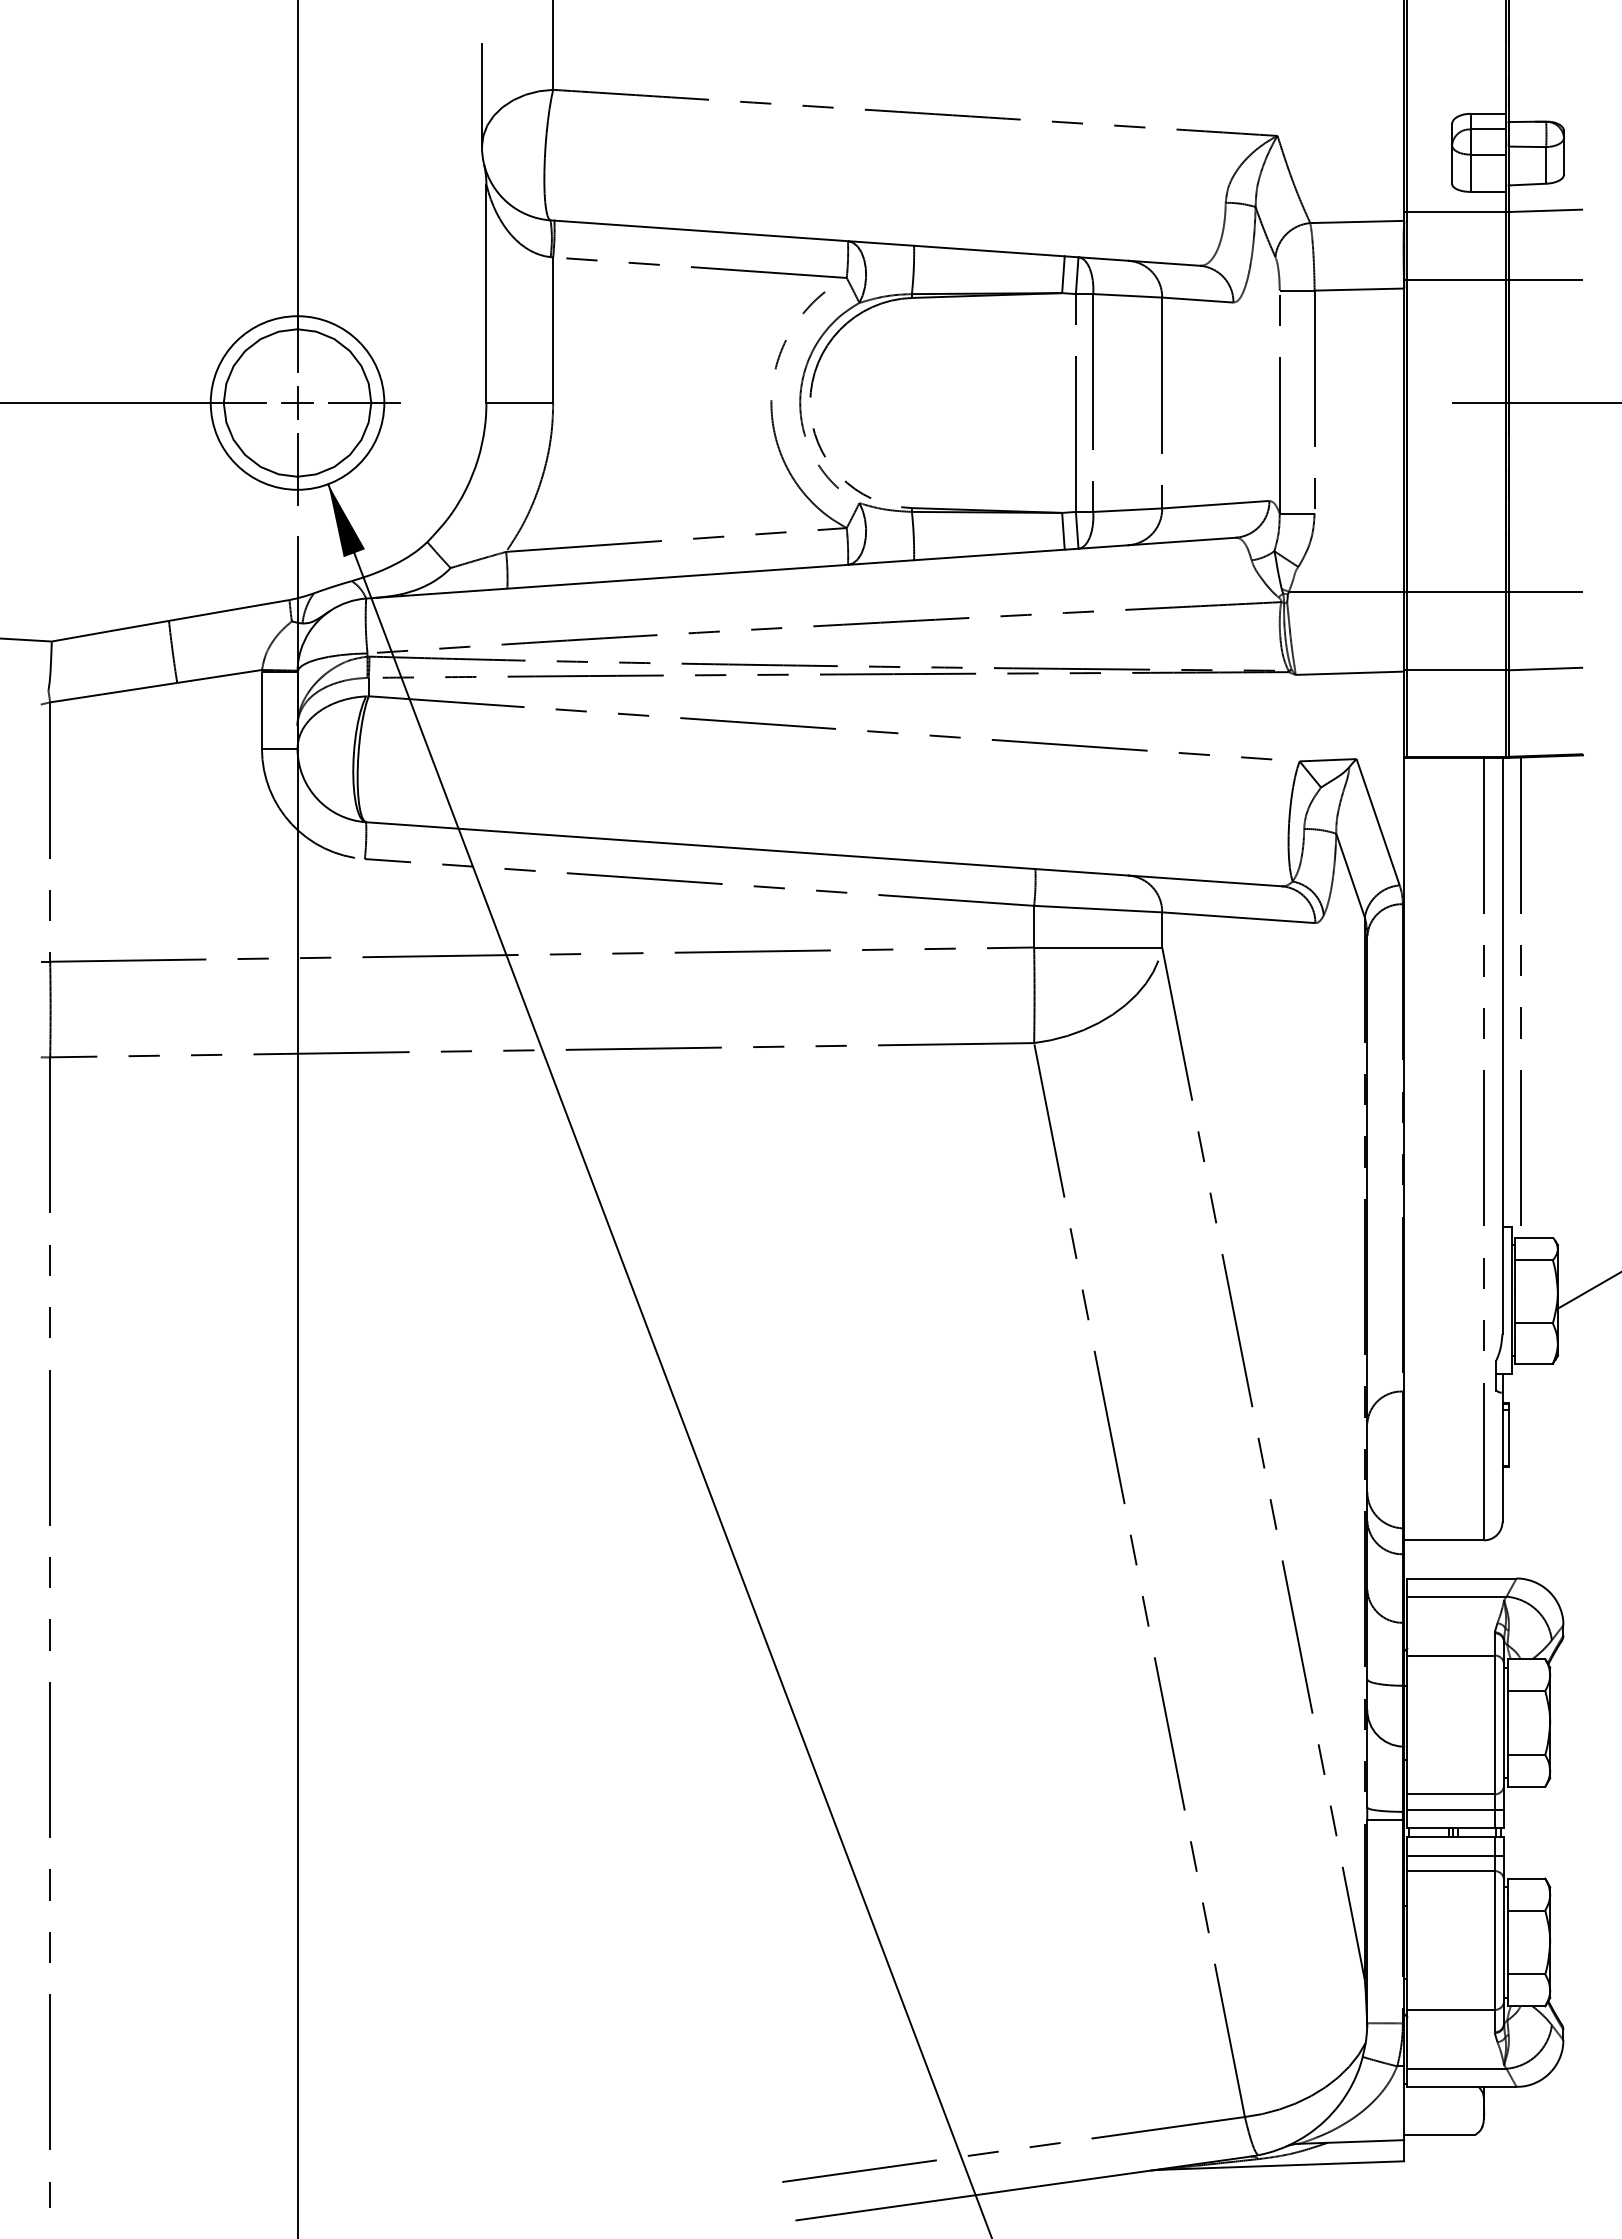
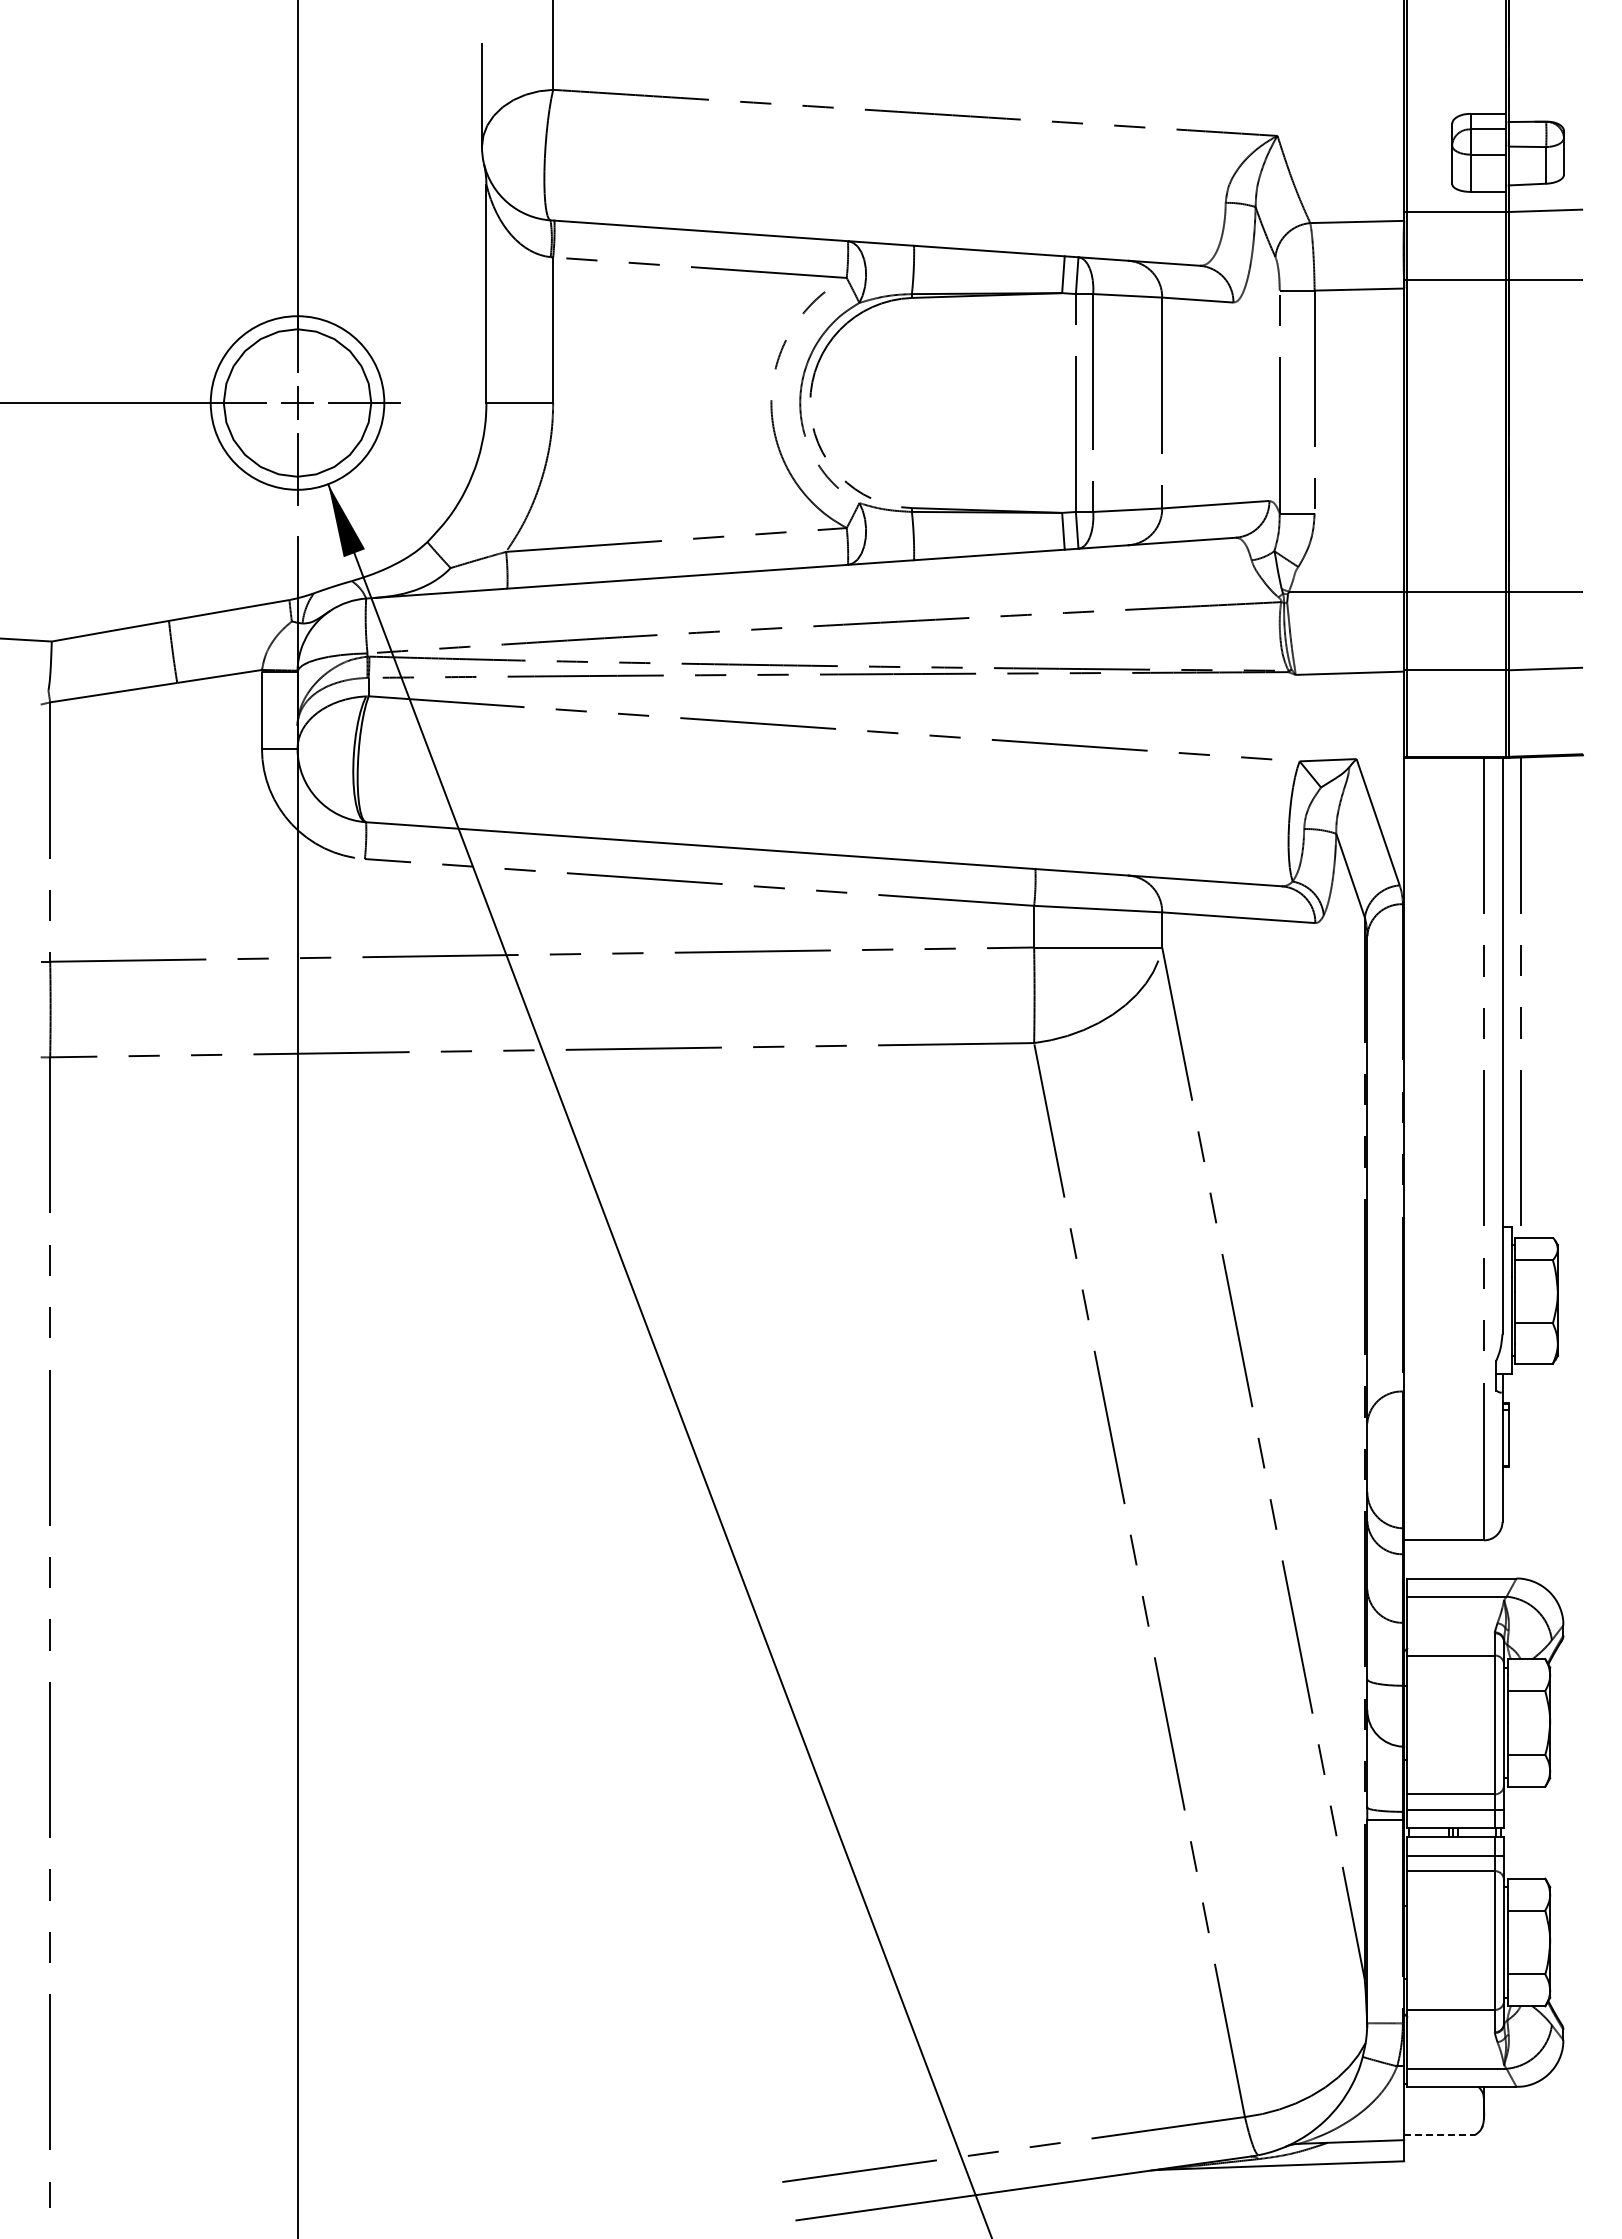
line at (1535, 403): present -> none
line at (1587, 1290): present -> none
line at (1440, 2135): solid -> dashed
